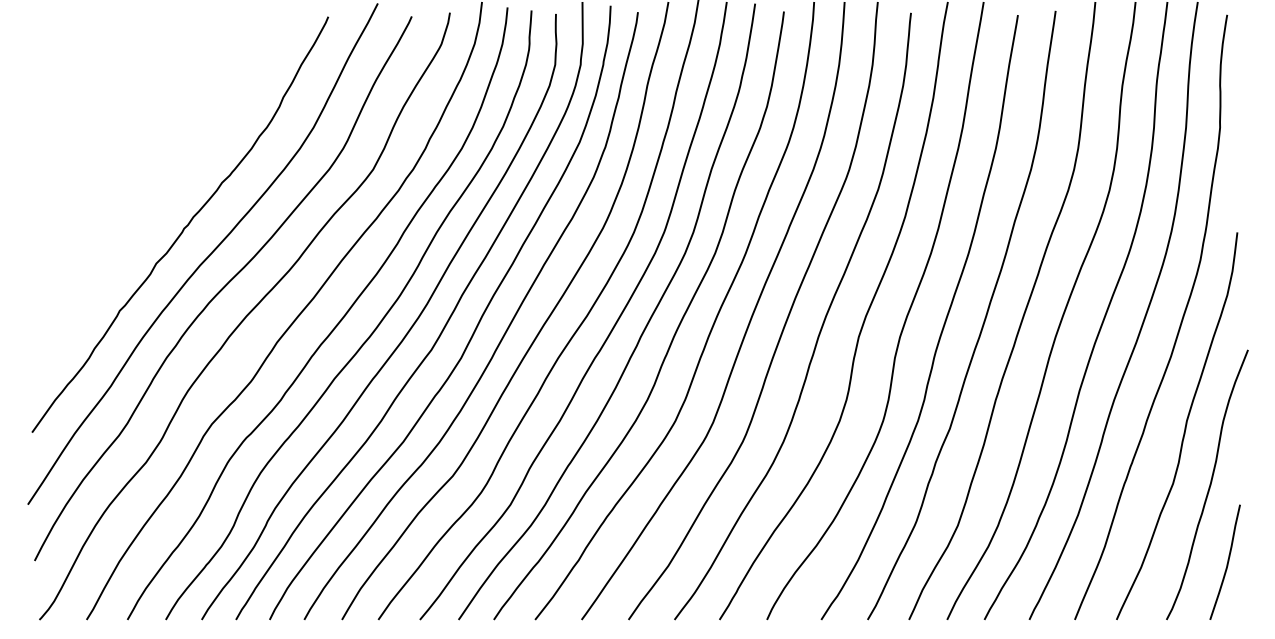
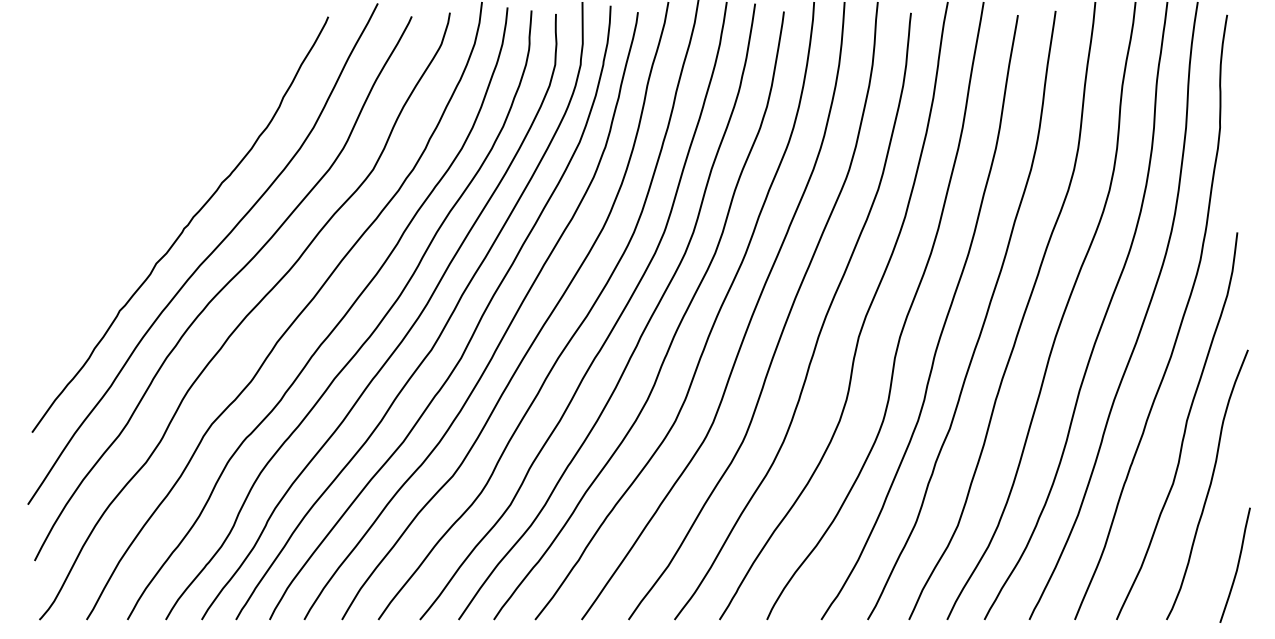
curve at (1226, 563) position: (1226, 563) -> (1236, 566)
